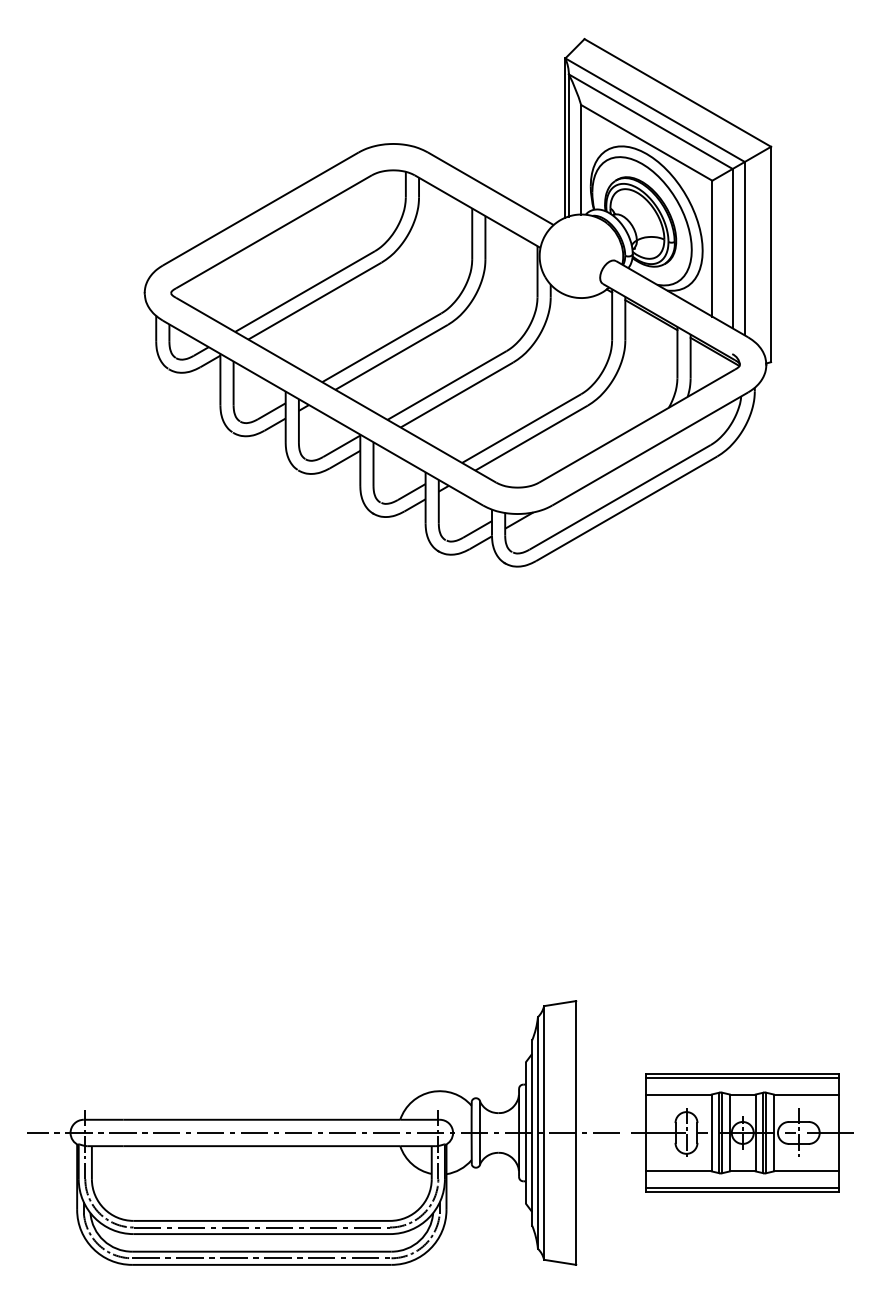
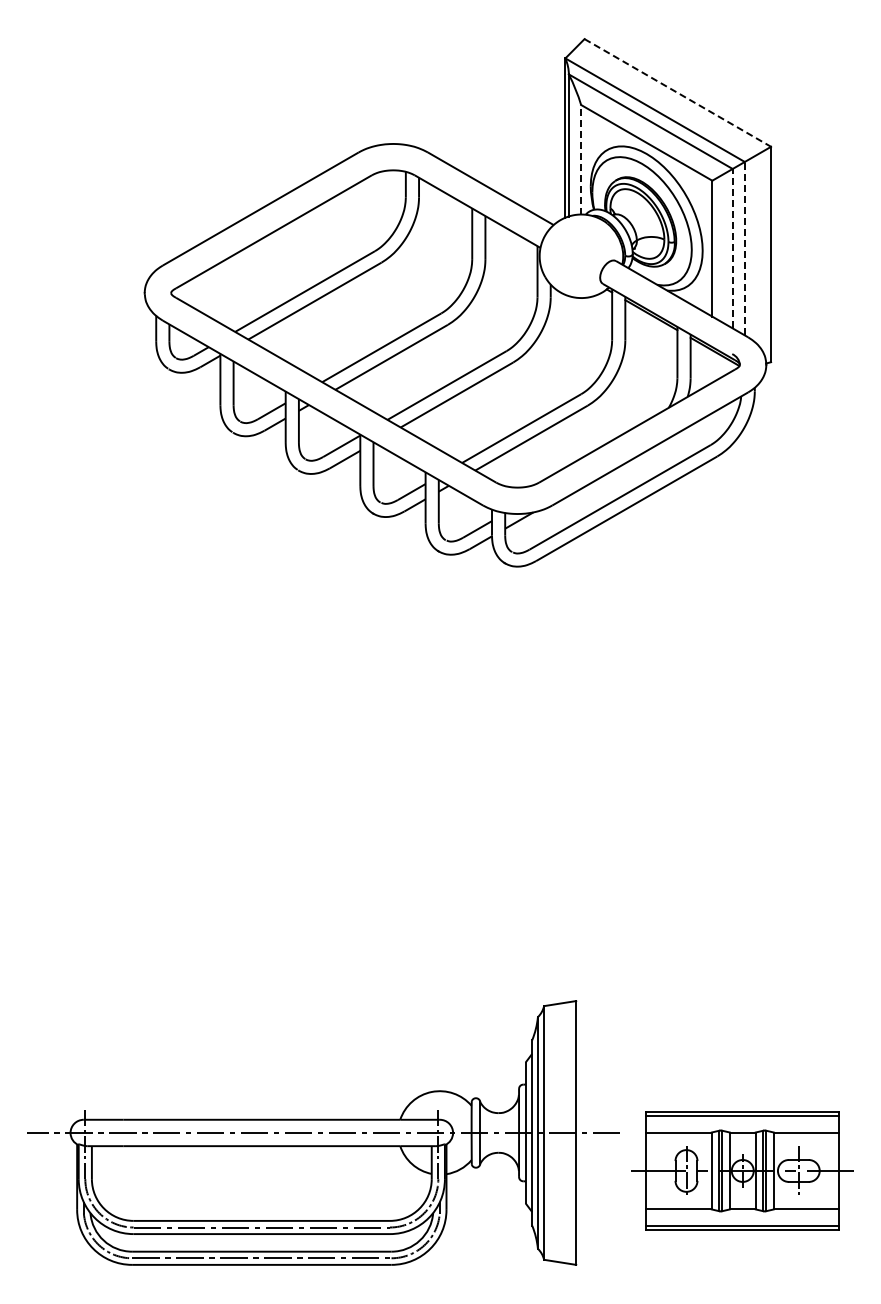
line at (677, 92): solid -> dashed
line at (581, 159): solid -> dashed
line at (732, 248): solid -> dashed
line at (744, 248): solid -> dashed
part at (742, 1132) position: (742, 1132) -> (742, 1170)
